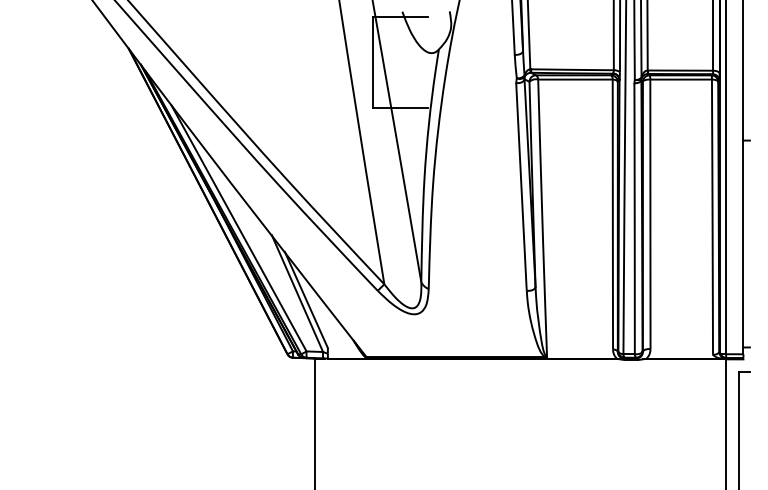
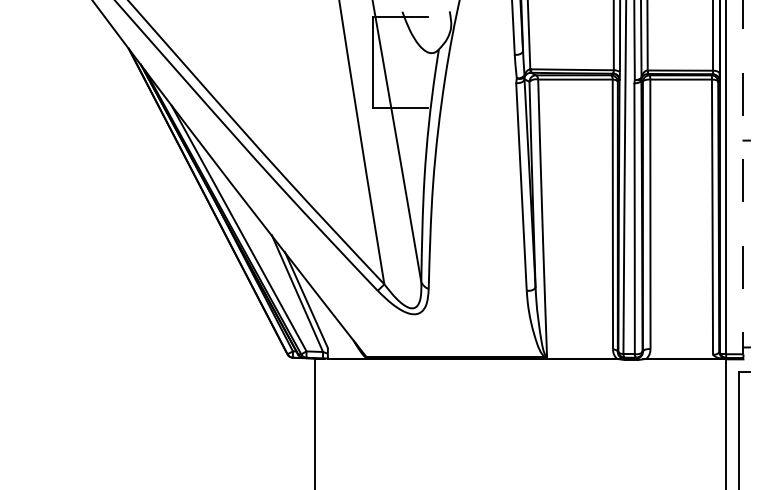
line at (743, 177): solid -> dashed
